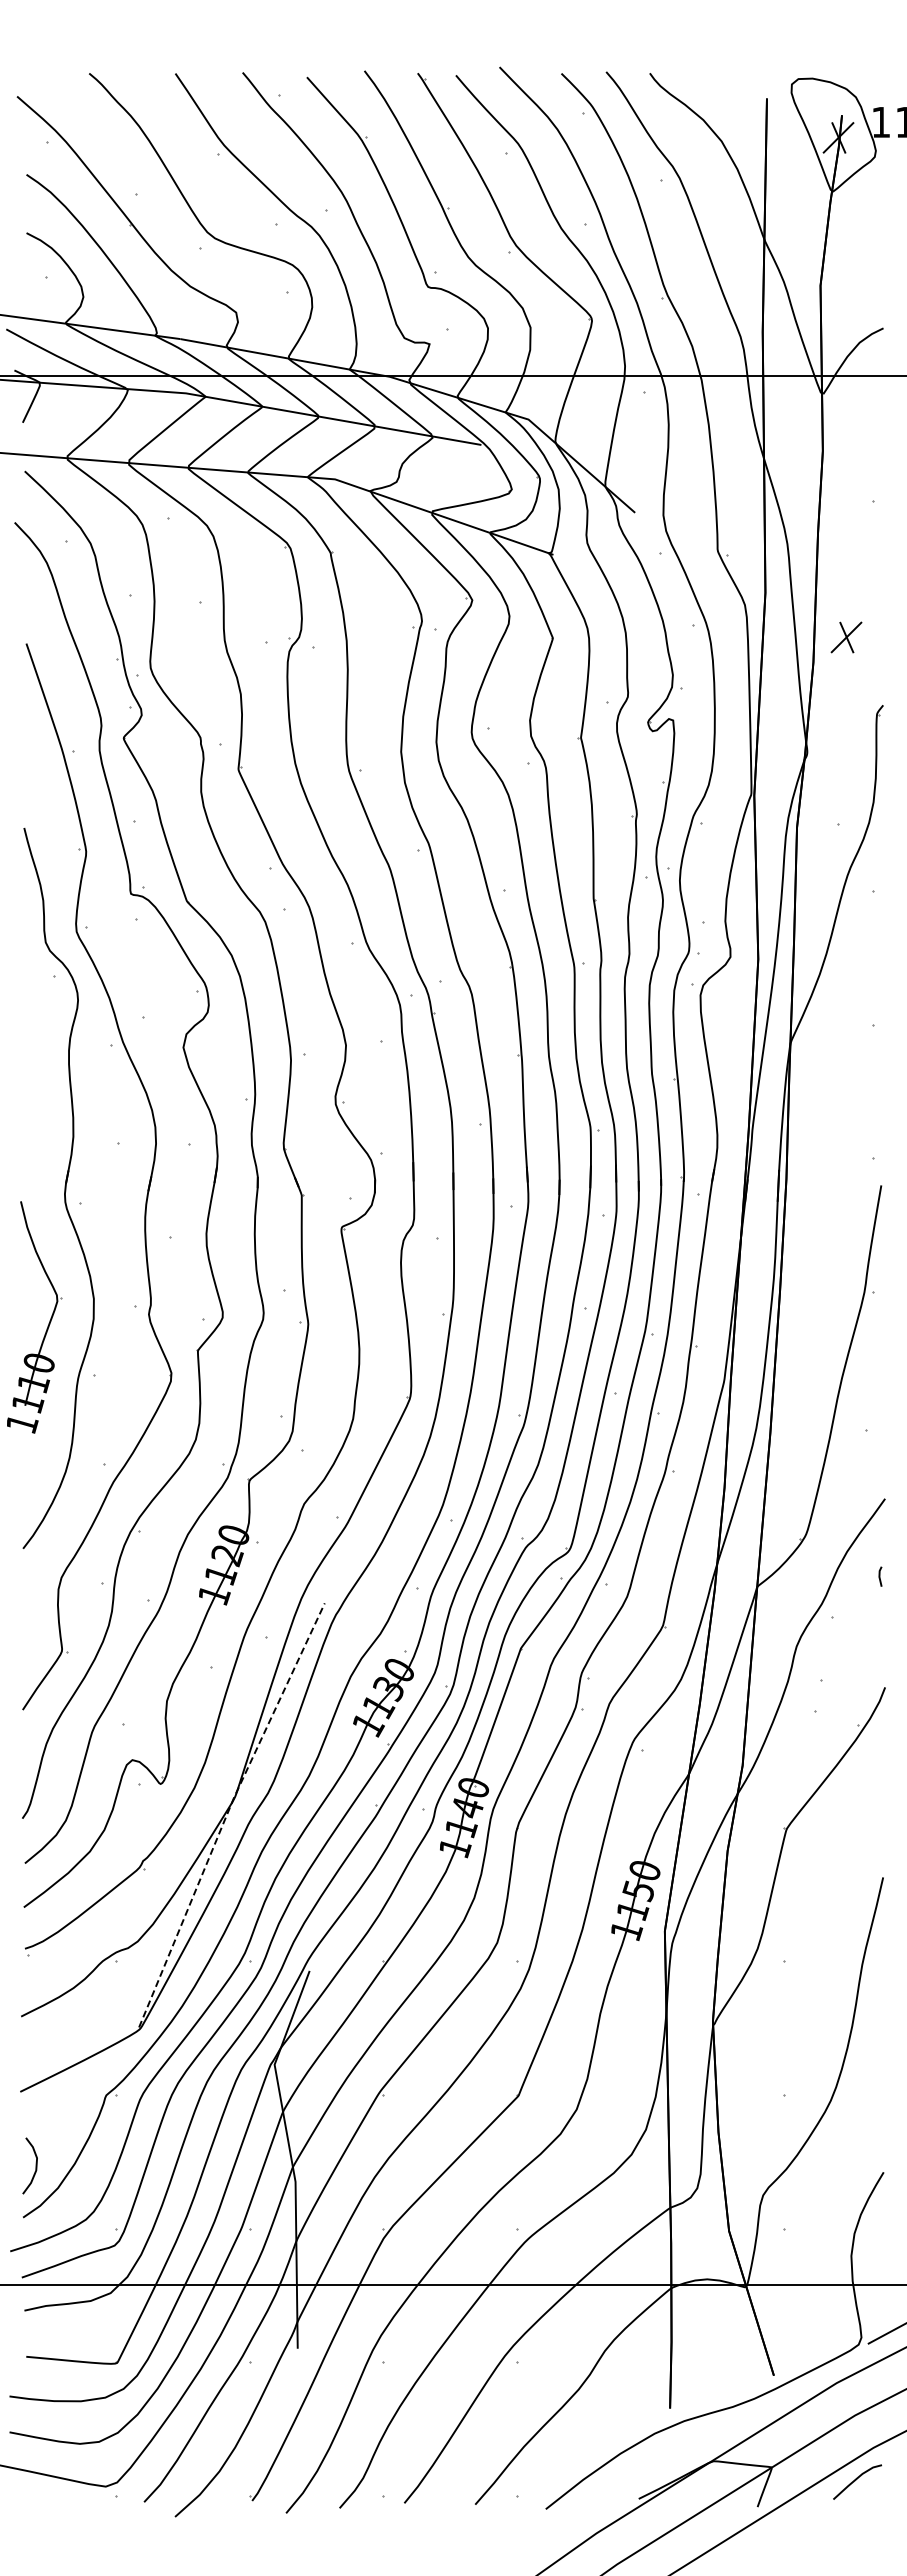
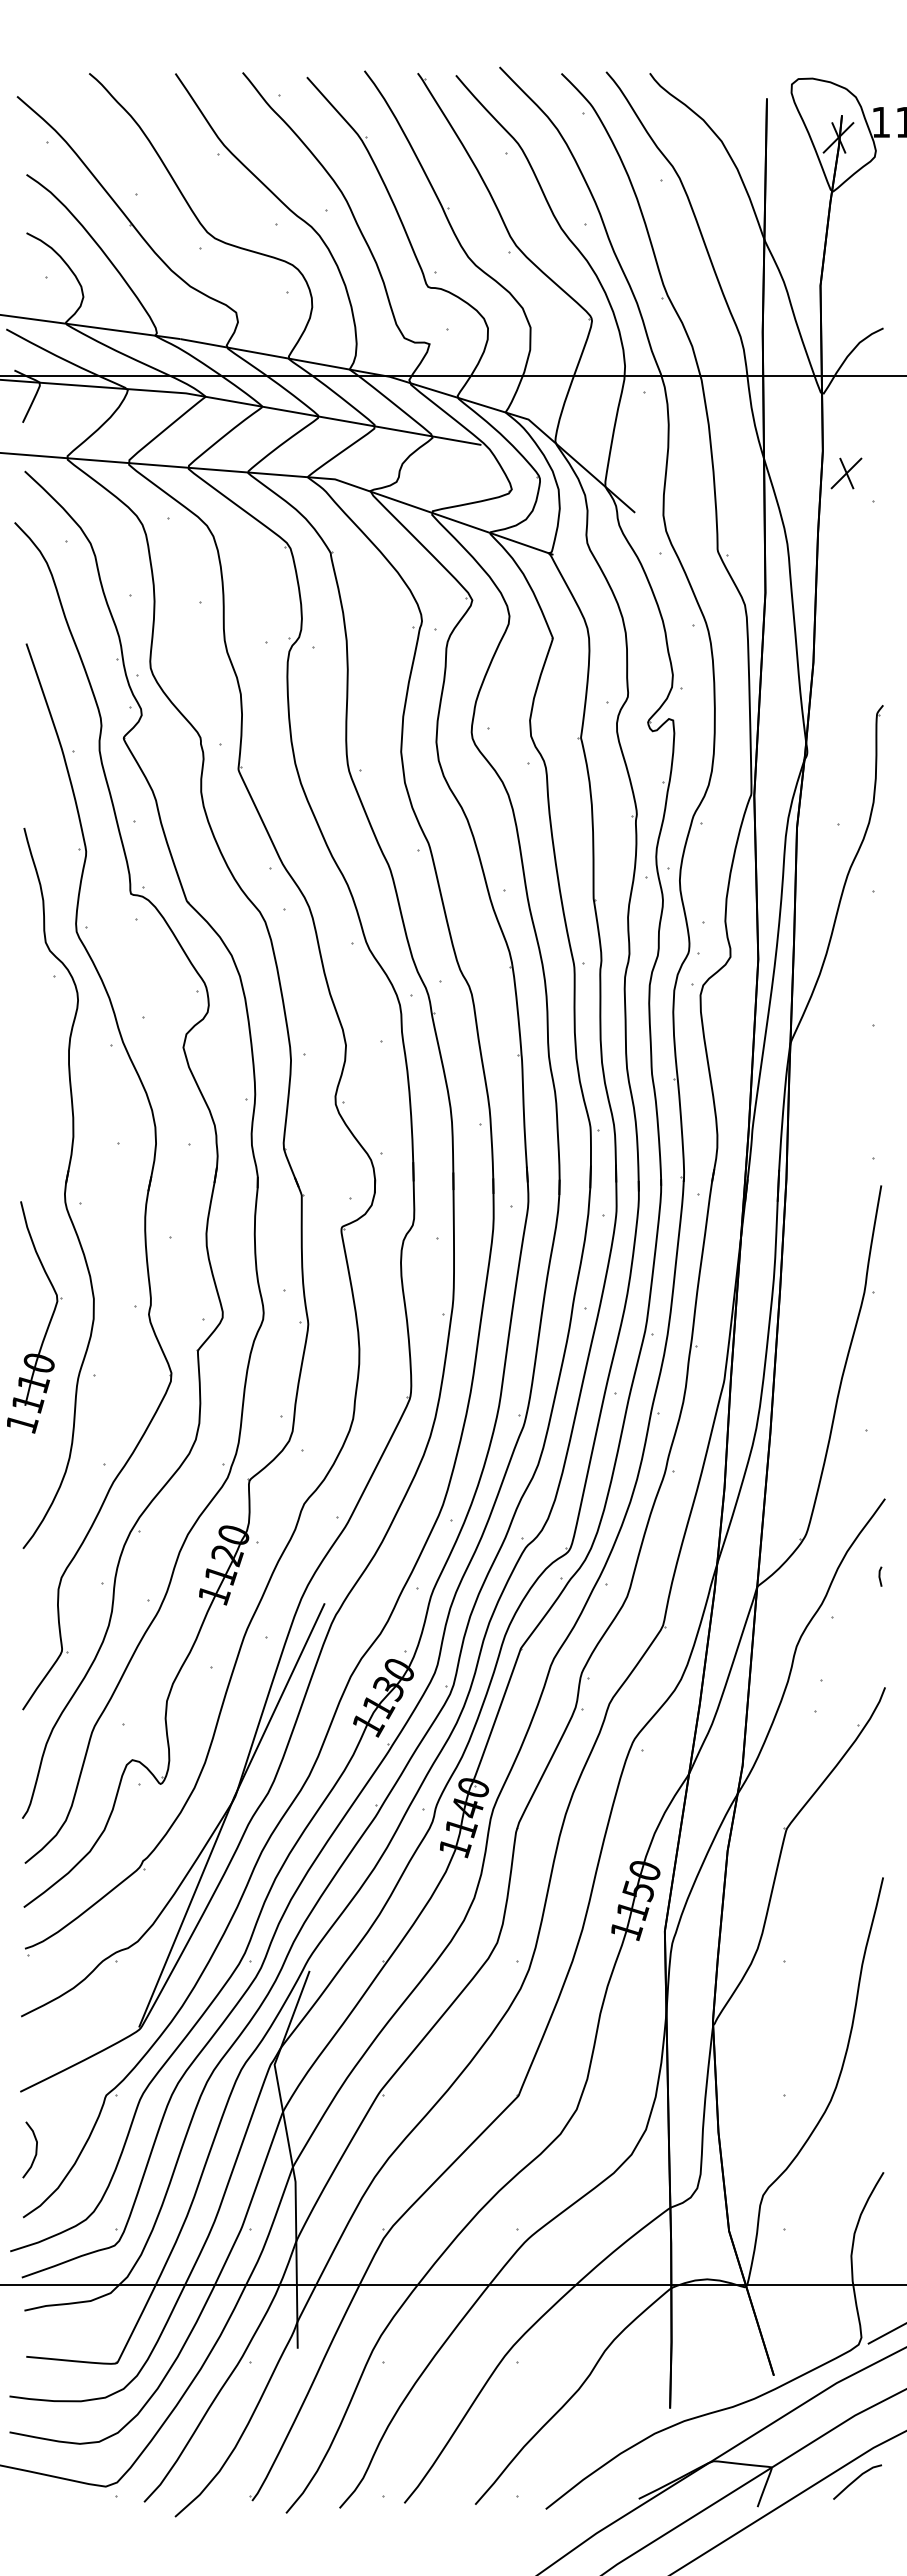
part at (846, 637) position: (846, 637) -> (846, 473)
line at (227, 1812): dashed -> solid
curve at (35, 2165) position: (35, 2165) -> (35, 2149)
